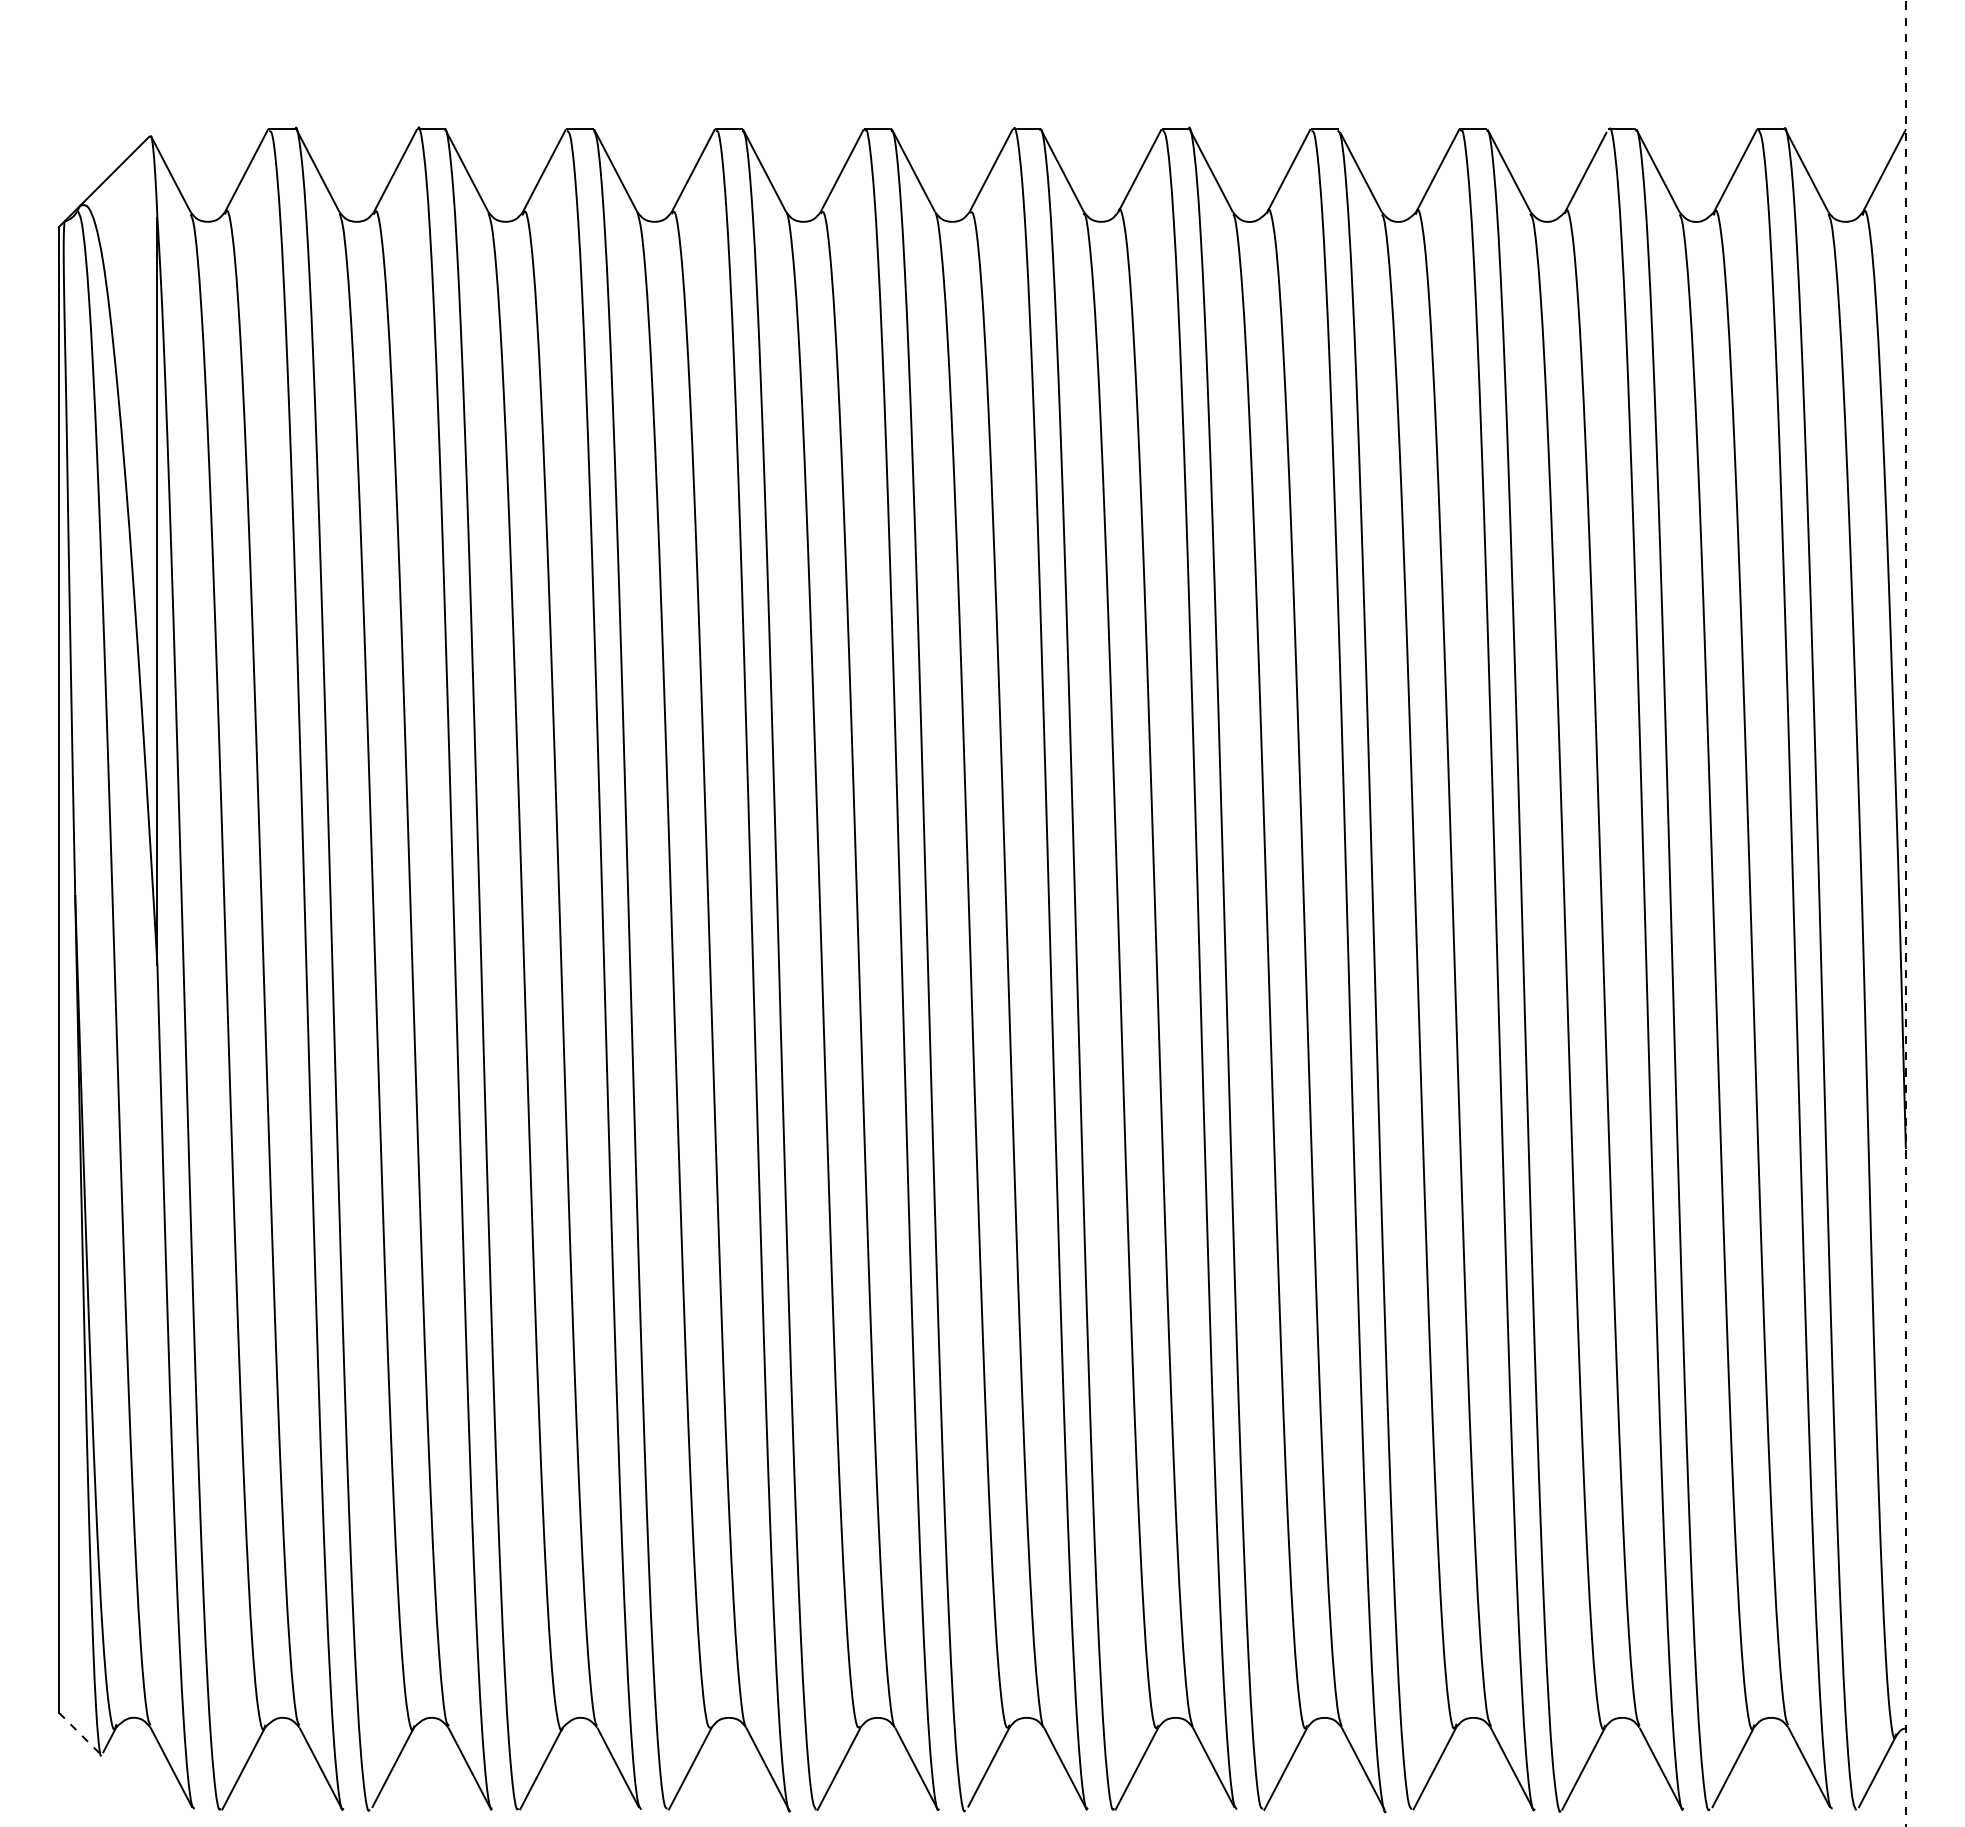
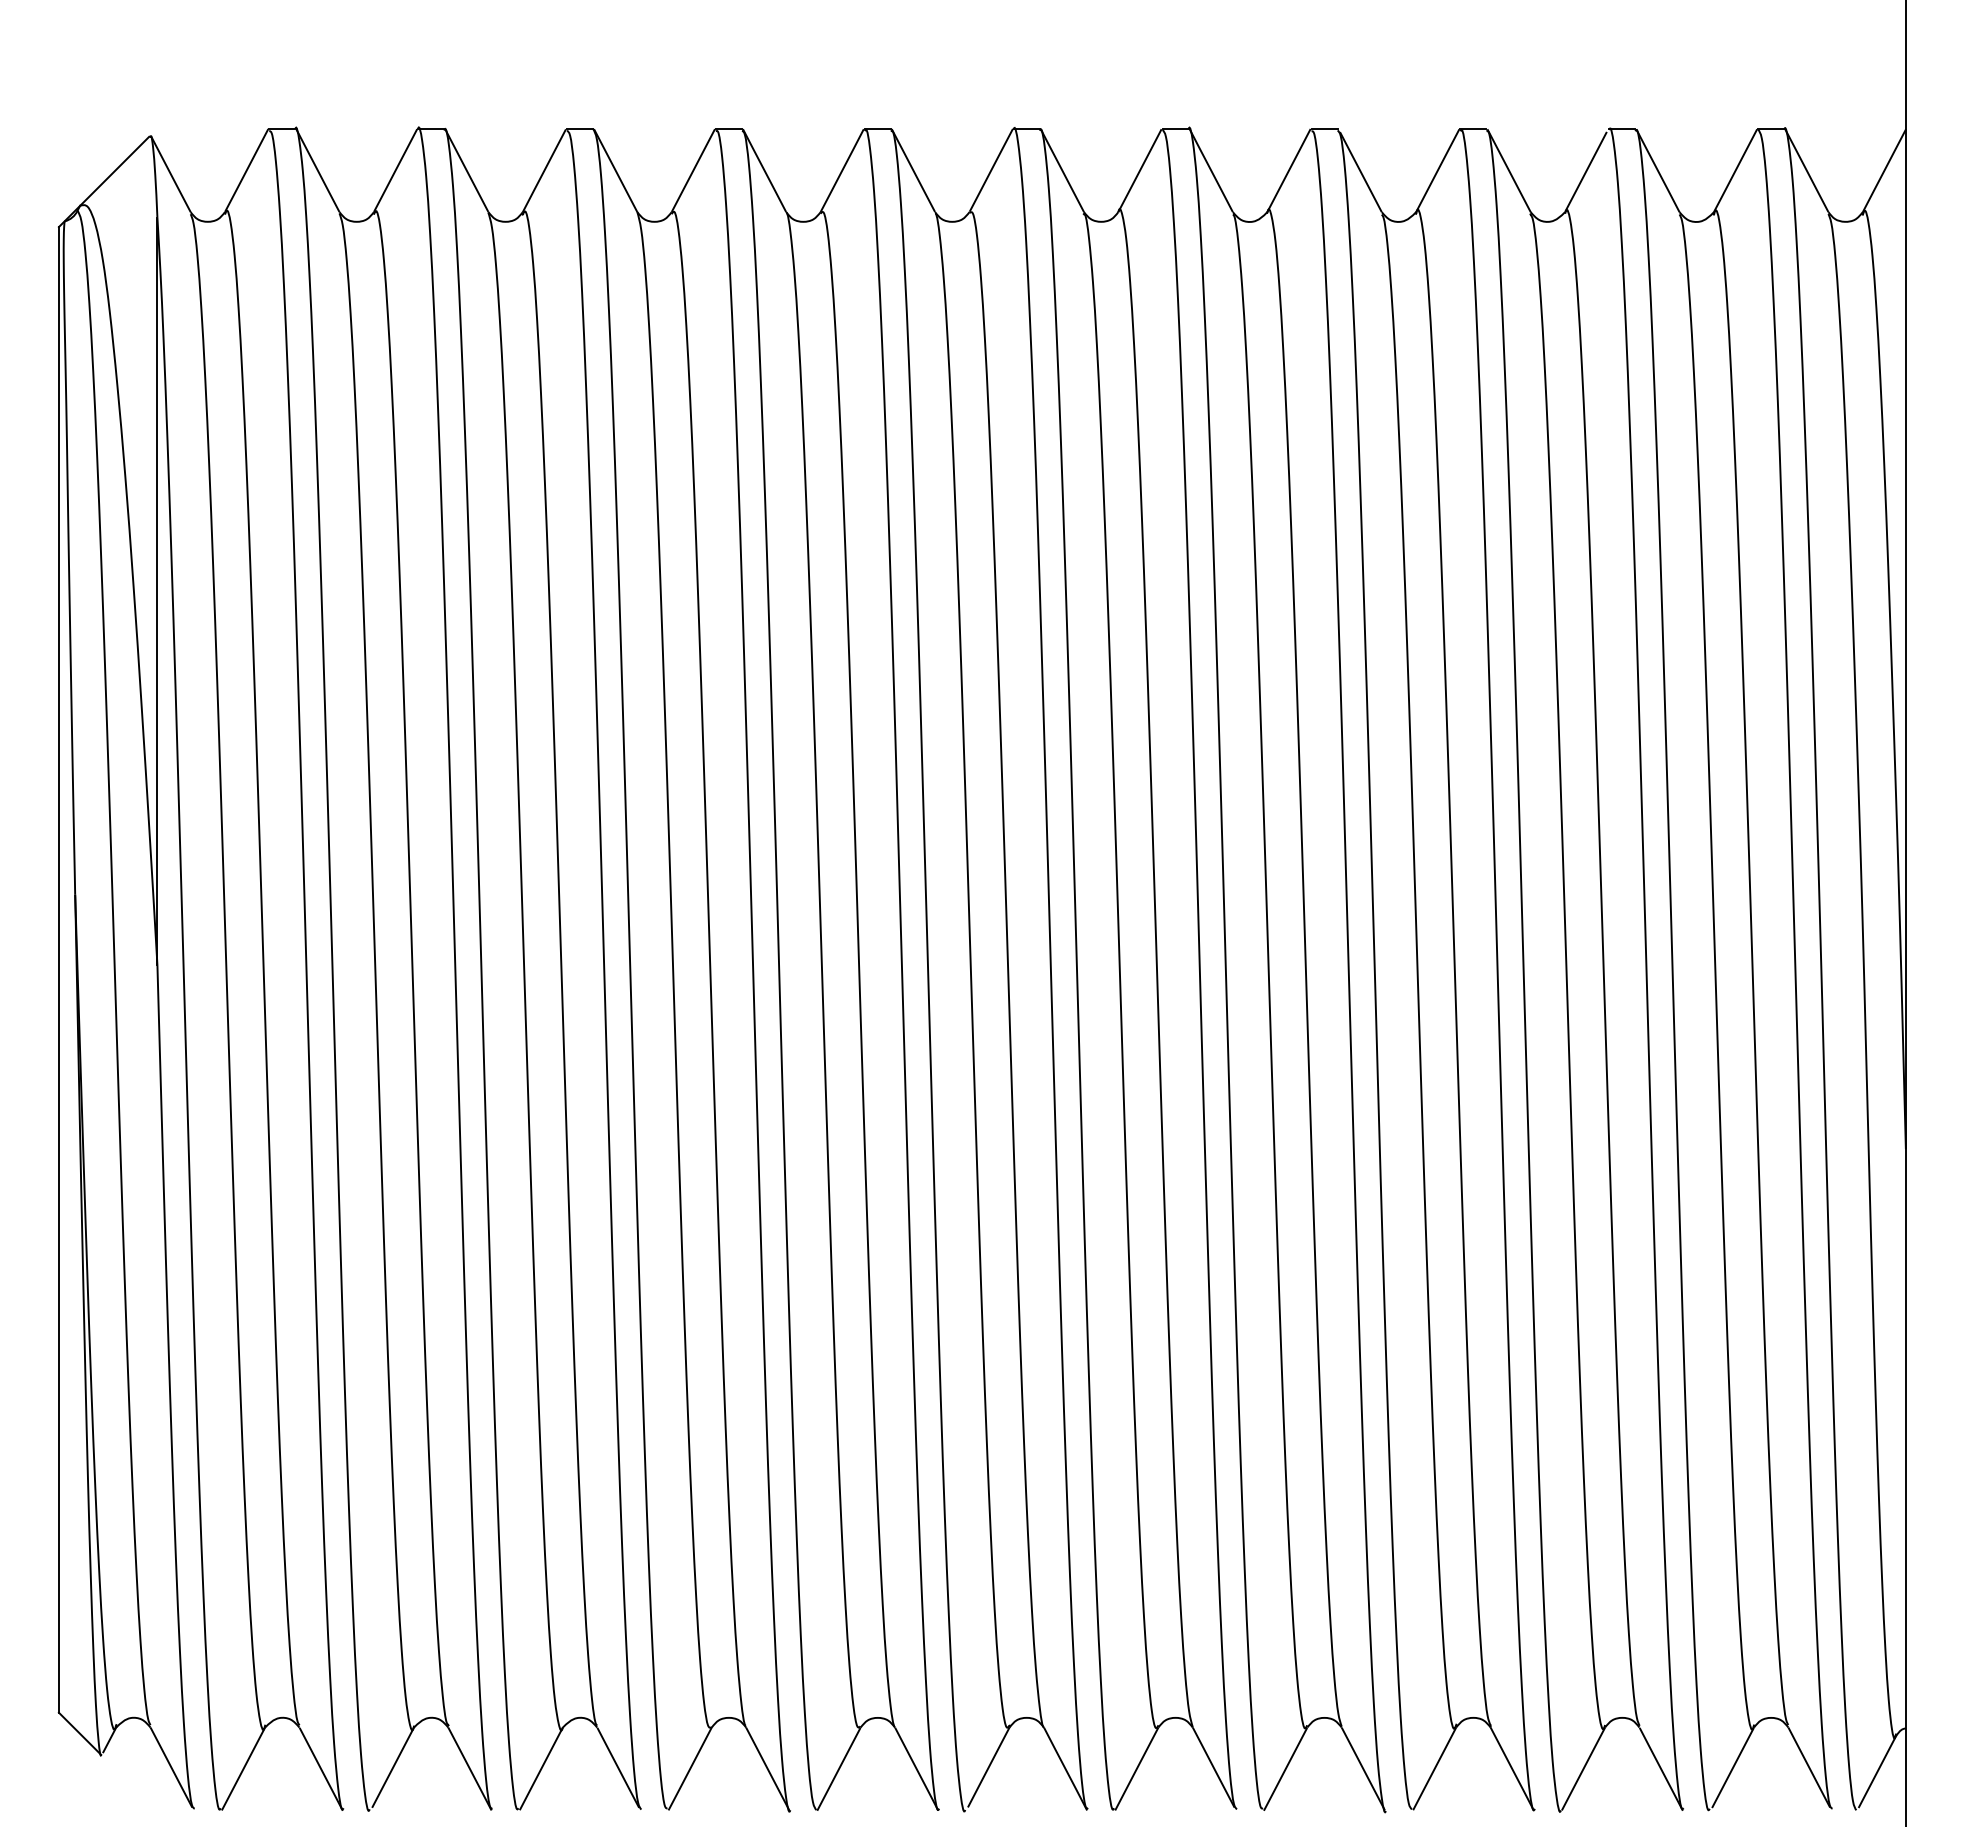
line at (1905, 913): dashed -> solid
line at (80, 1733): dashed -> solid
